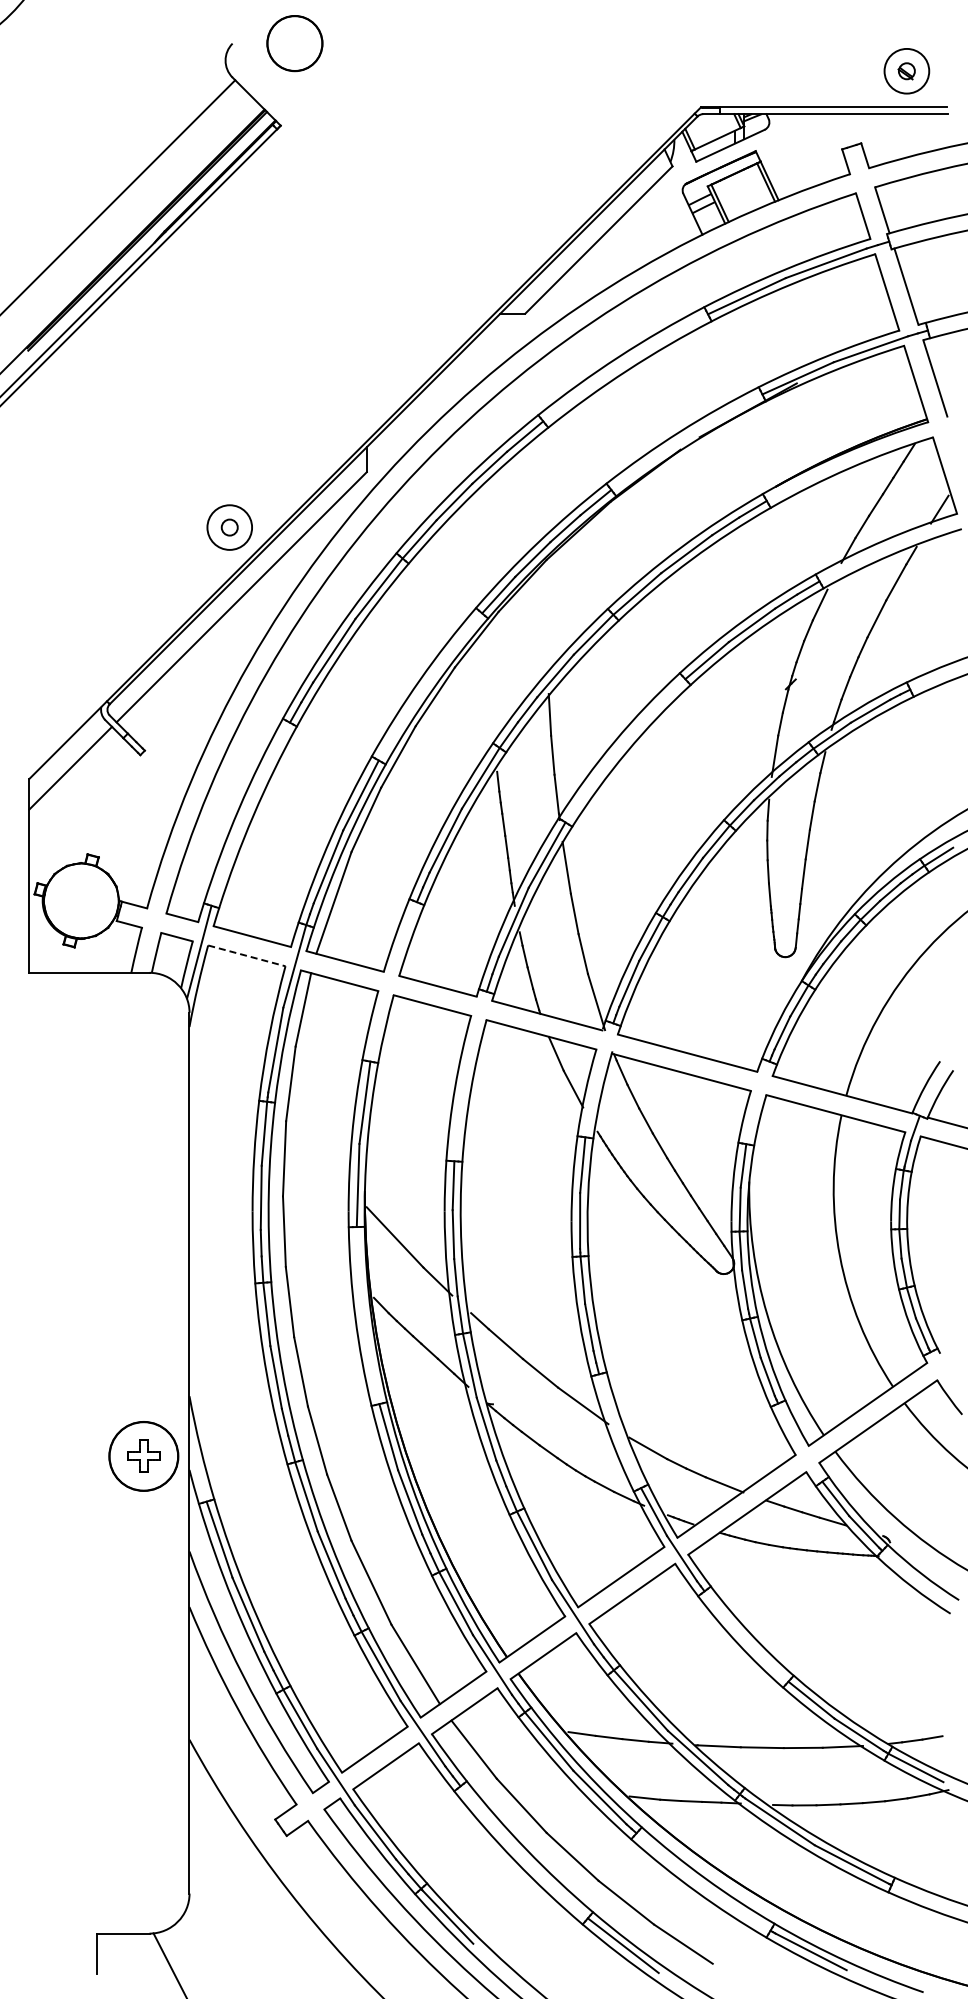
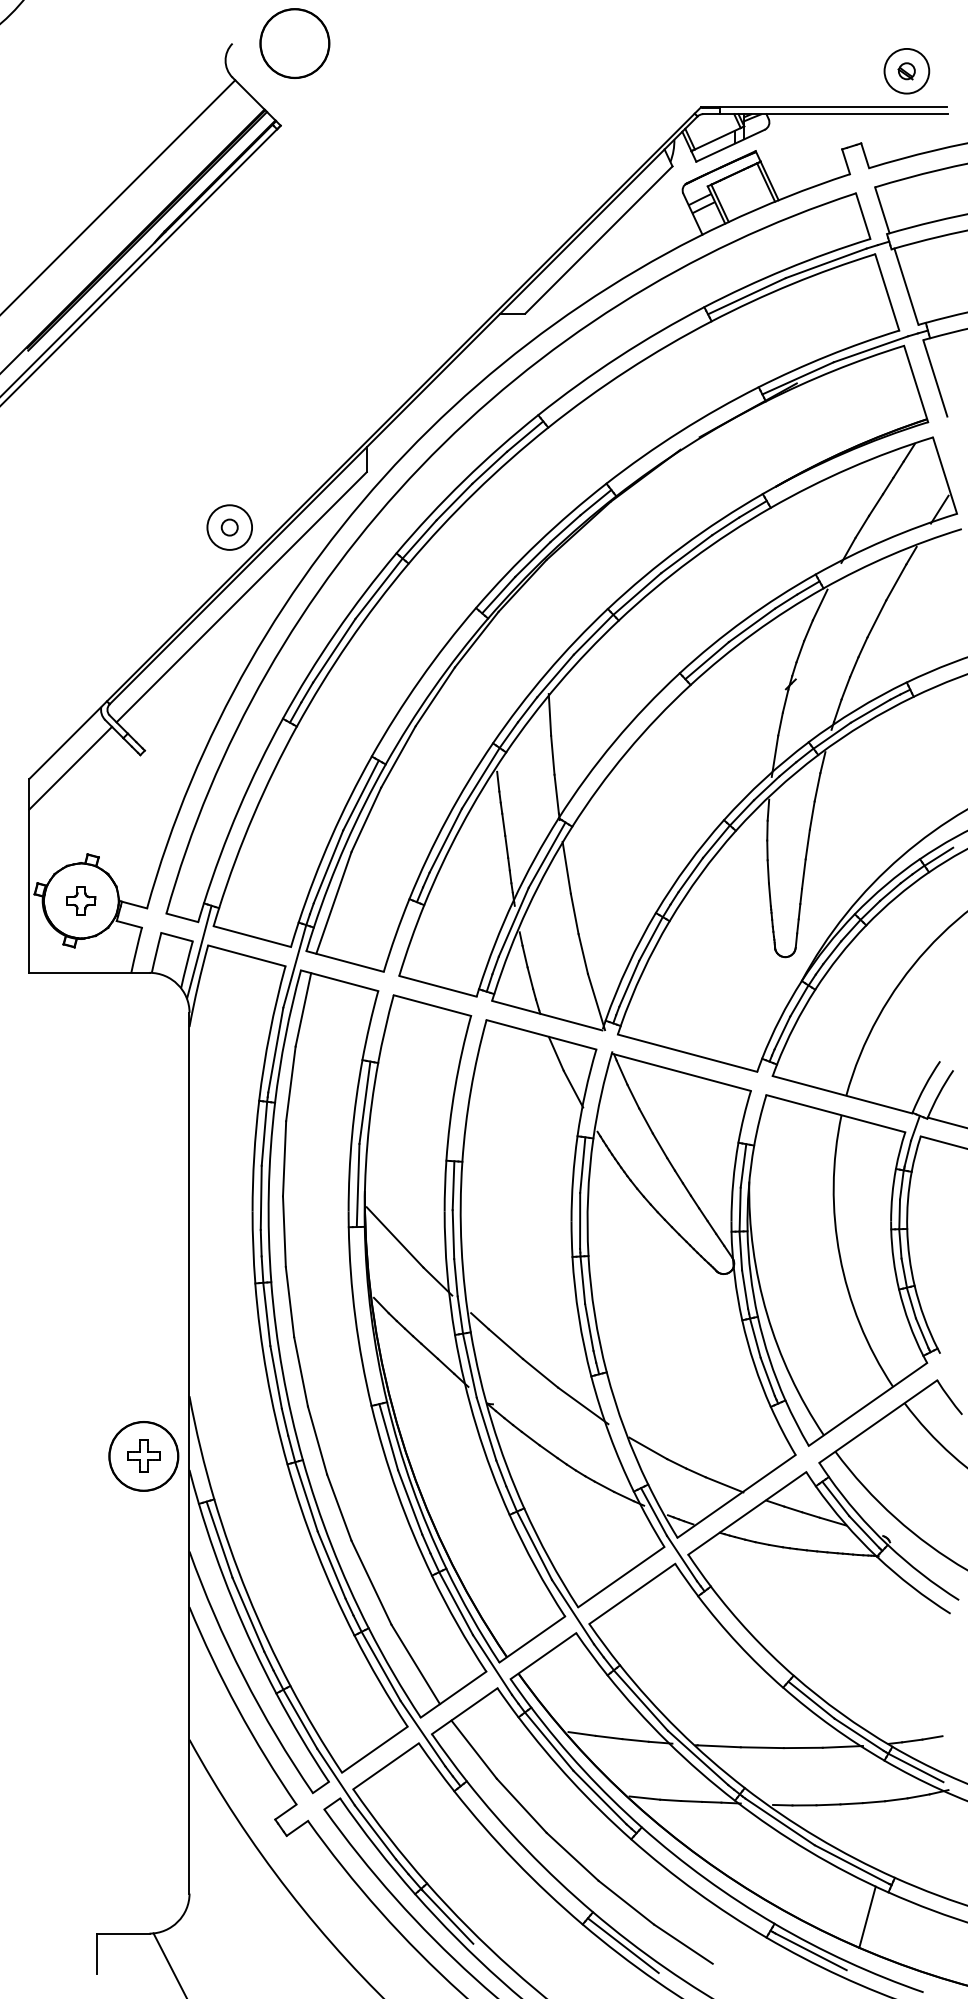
circle at (294, 43) size: 58x58 px -> 72x71 px
part at (81, 900): none -> present
line at (247, 956): dashed -> solid
line at (867, 1916): none -> present
